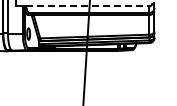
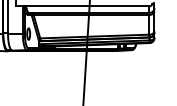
line at (87, 6): dashed -> solid
